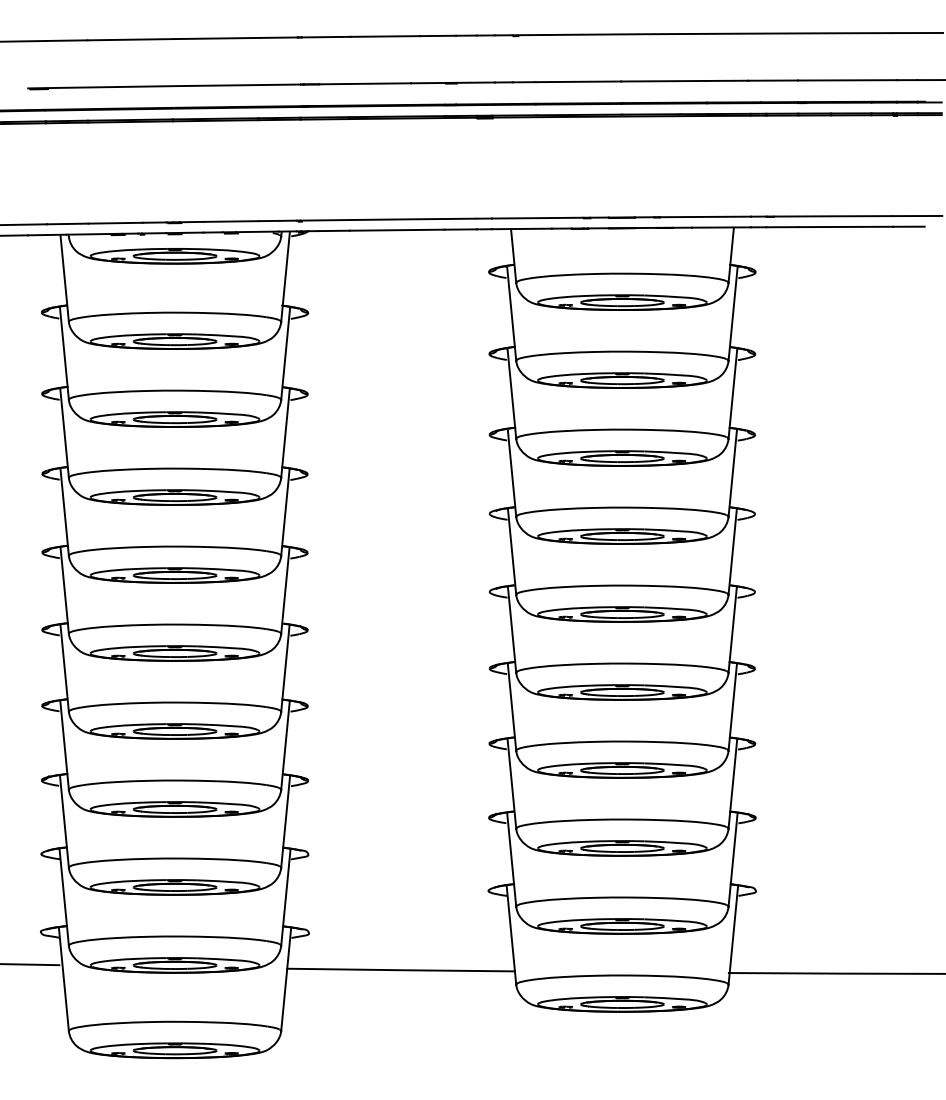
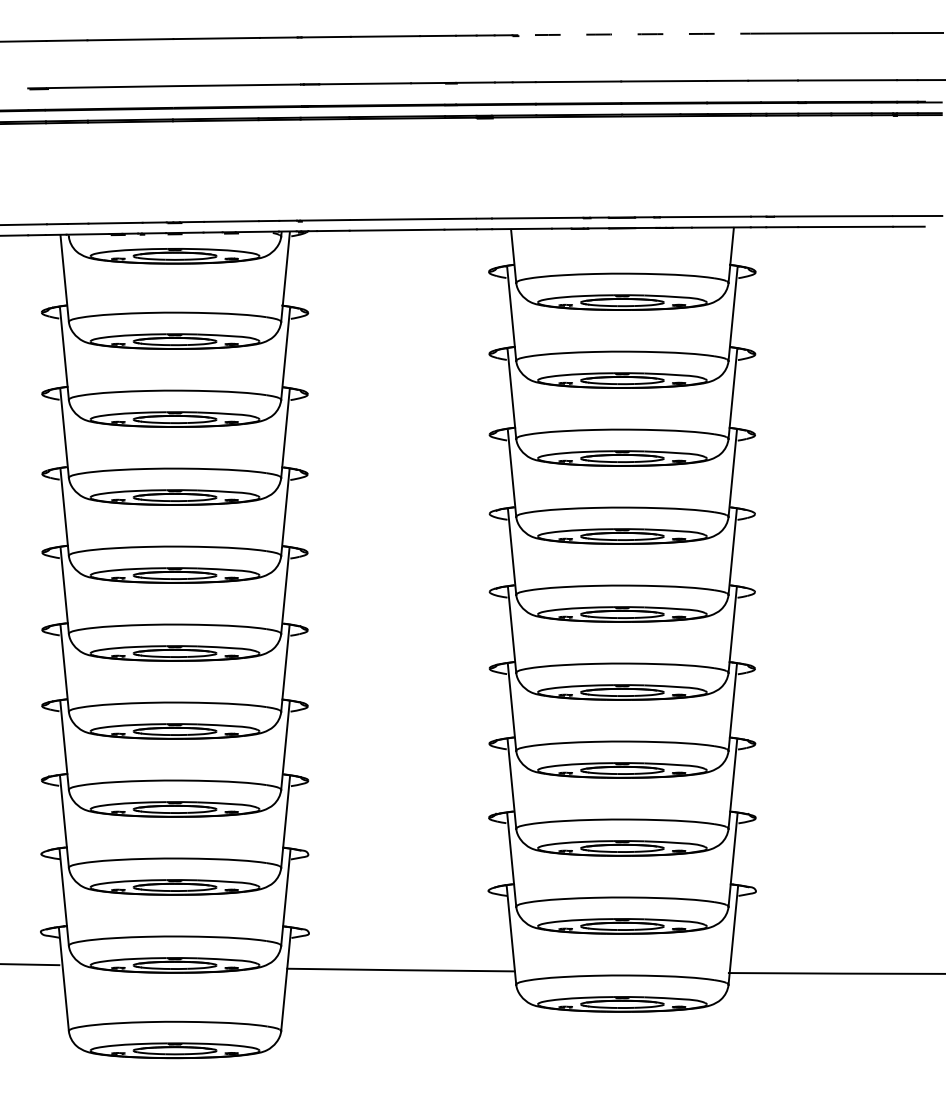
arc at (641, 34): solid -> dashed
